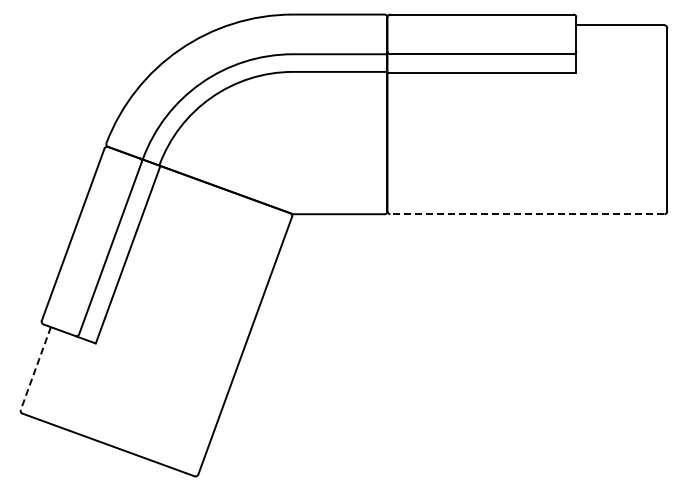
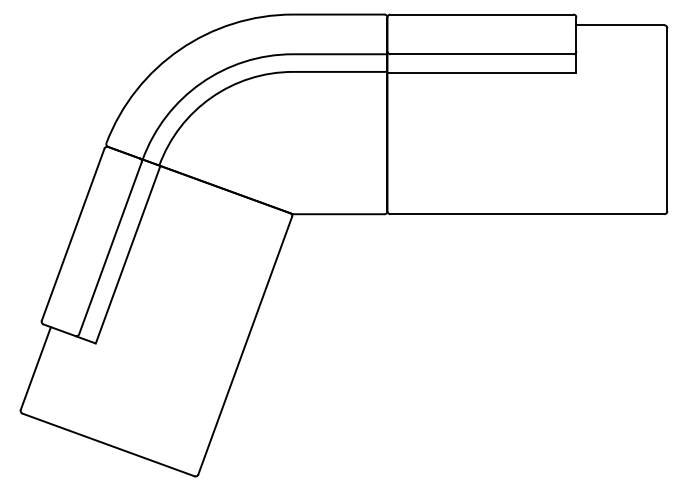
line at (527, 214): dashed -> solid
line at (35, 368): dashed -> solid
